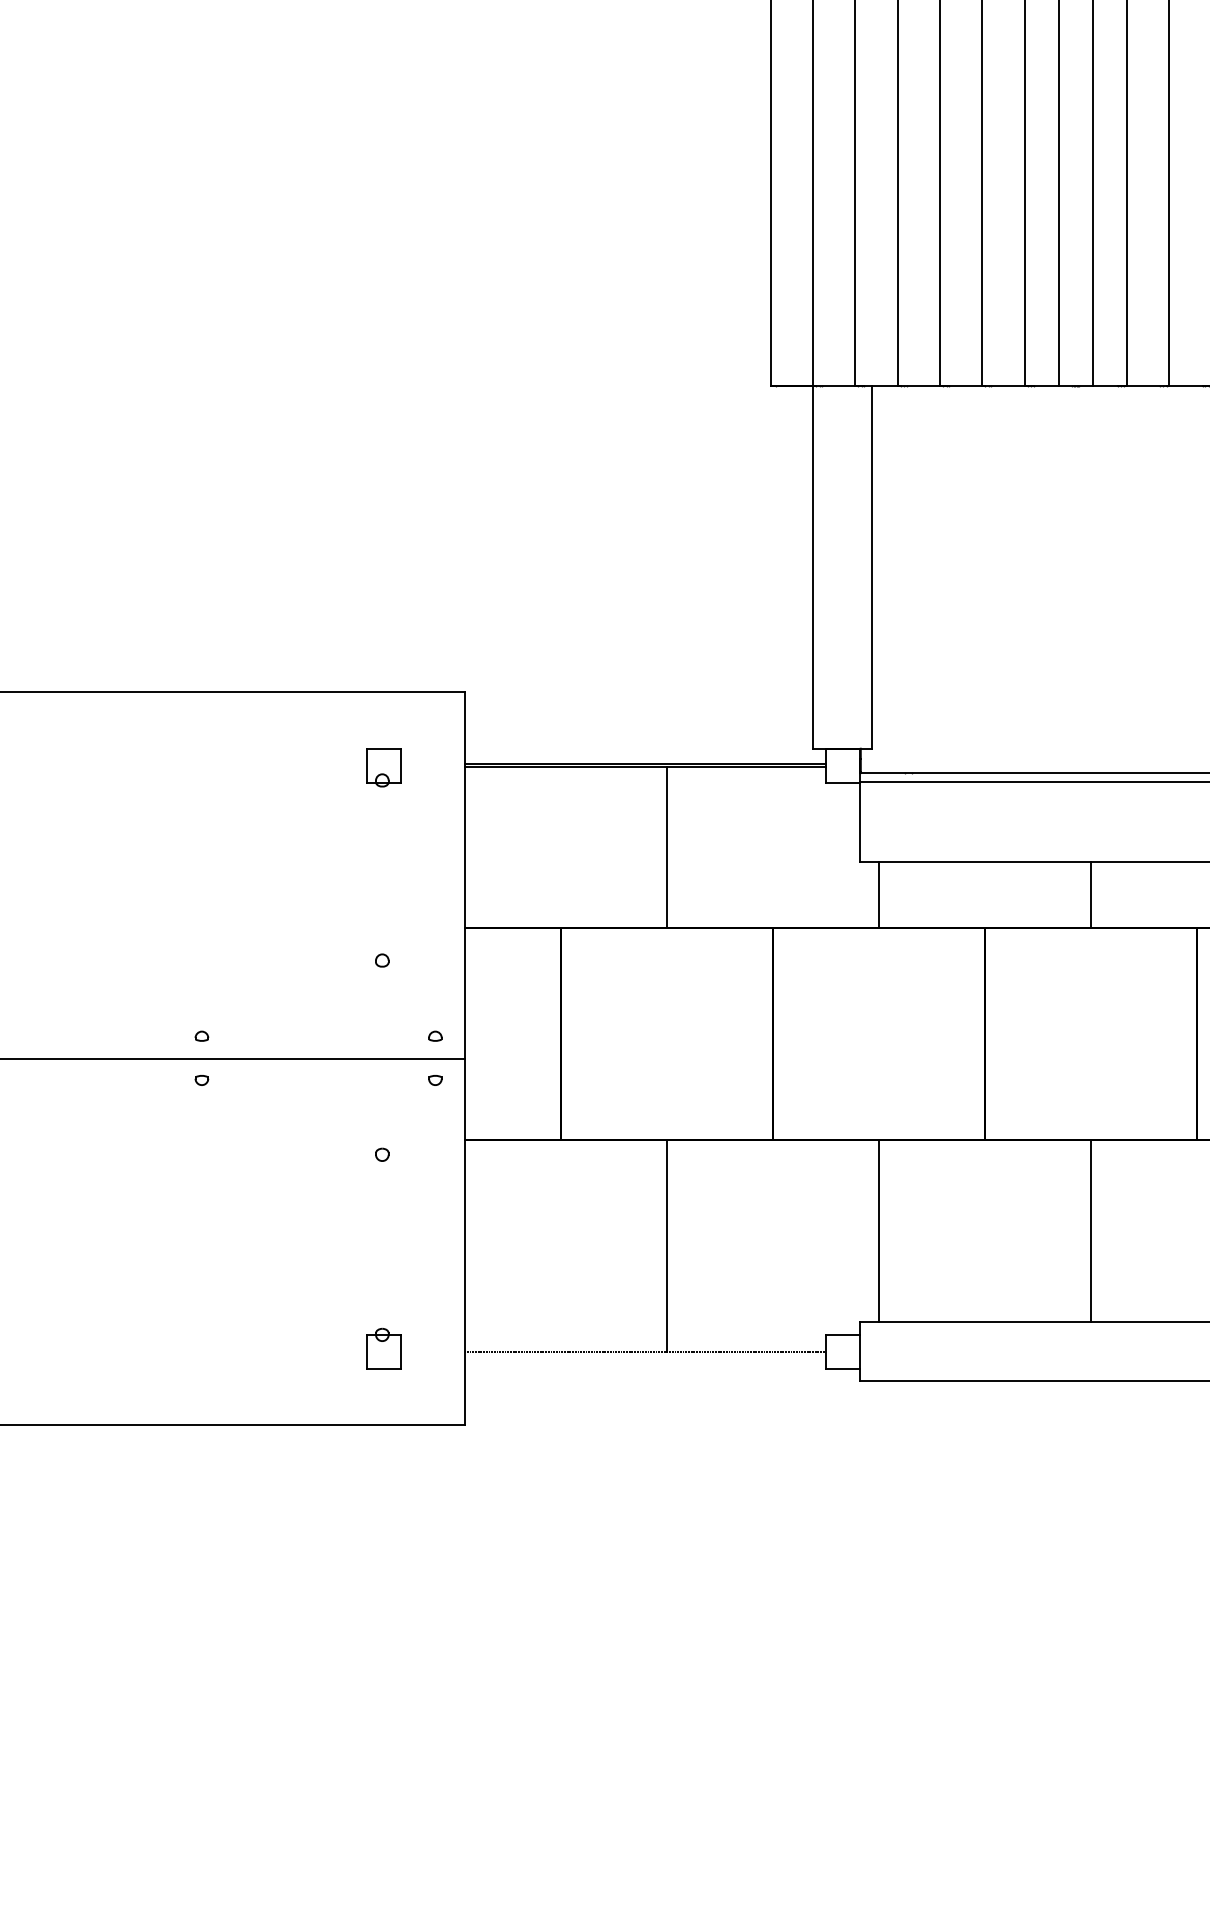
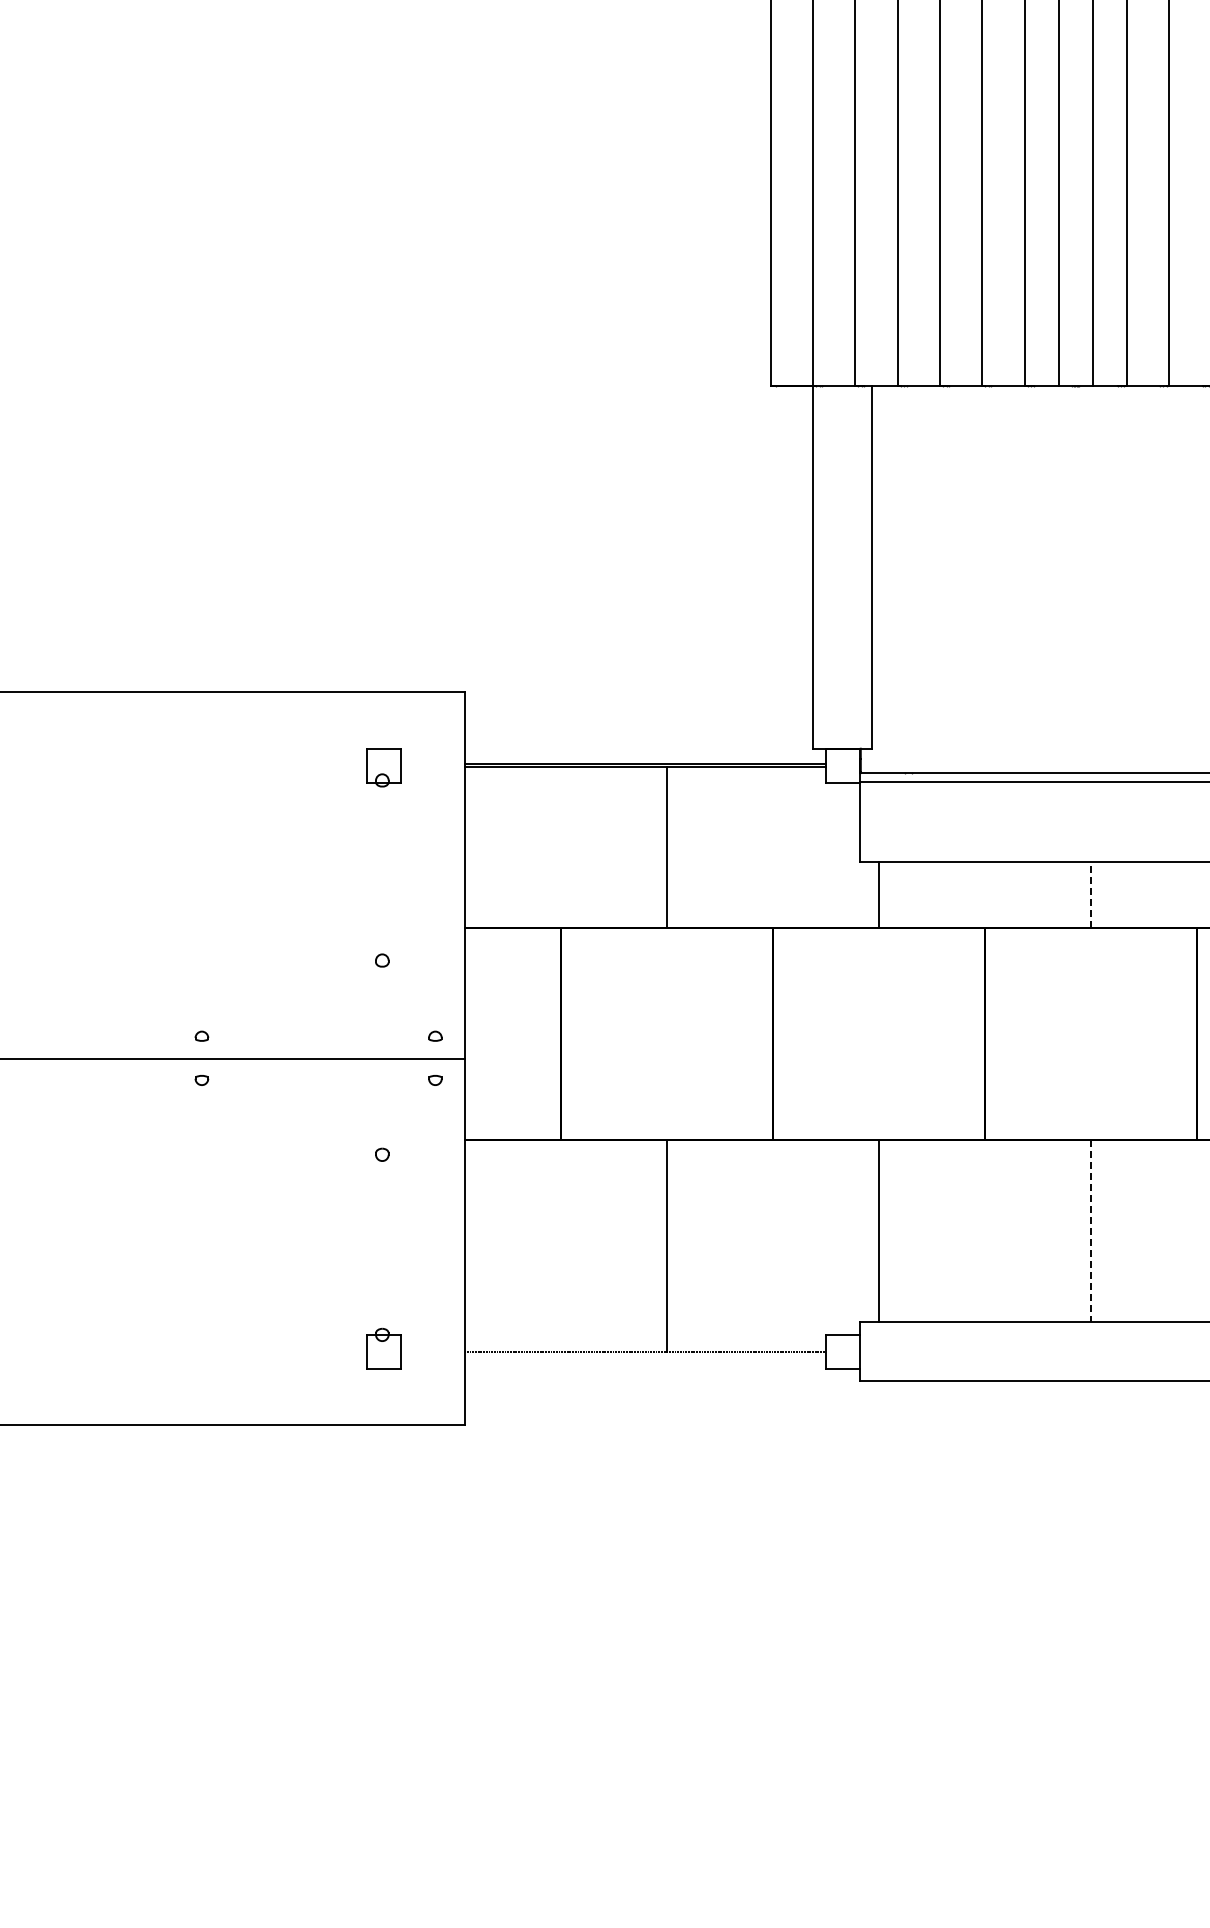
line at (1091, 895): solid -> dashed
line at (1091, 1231): solid -> dashed
